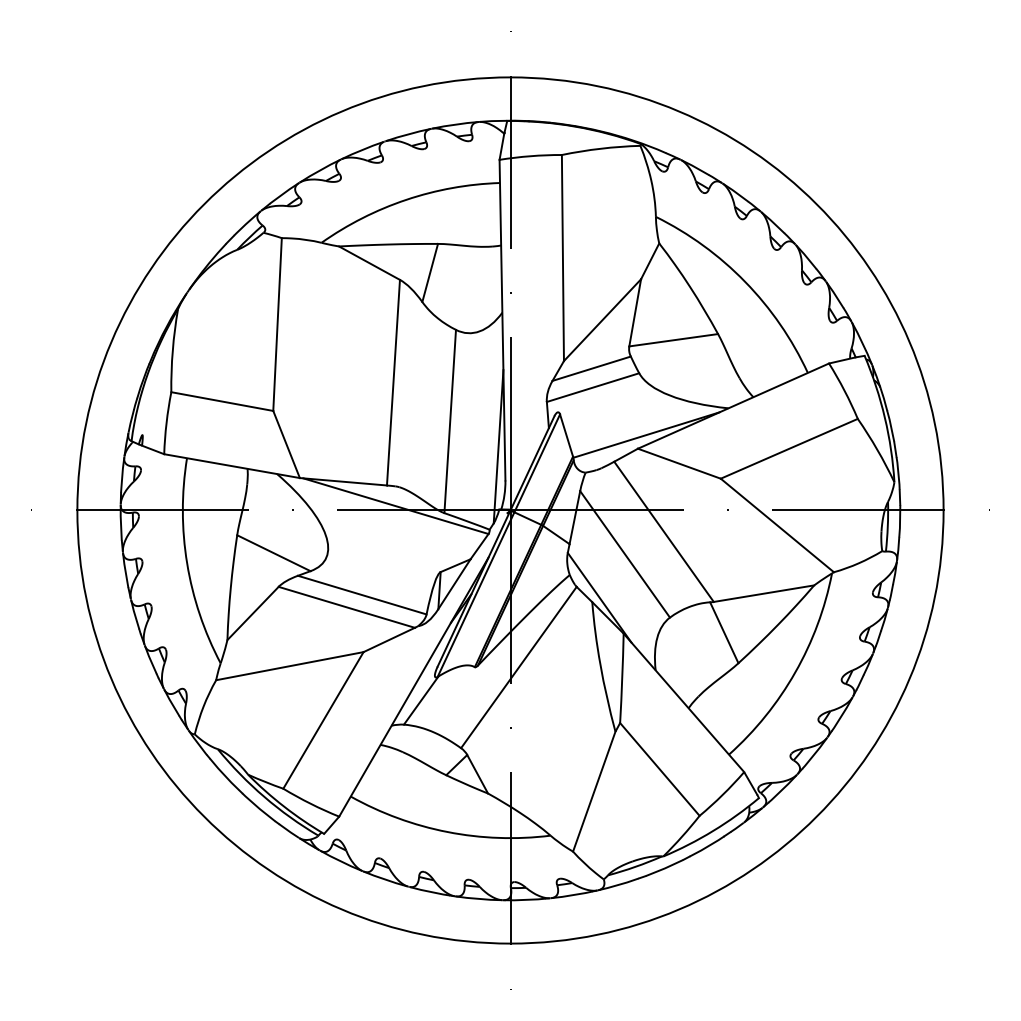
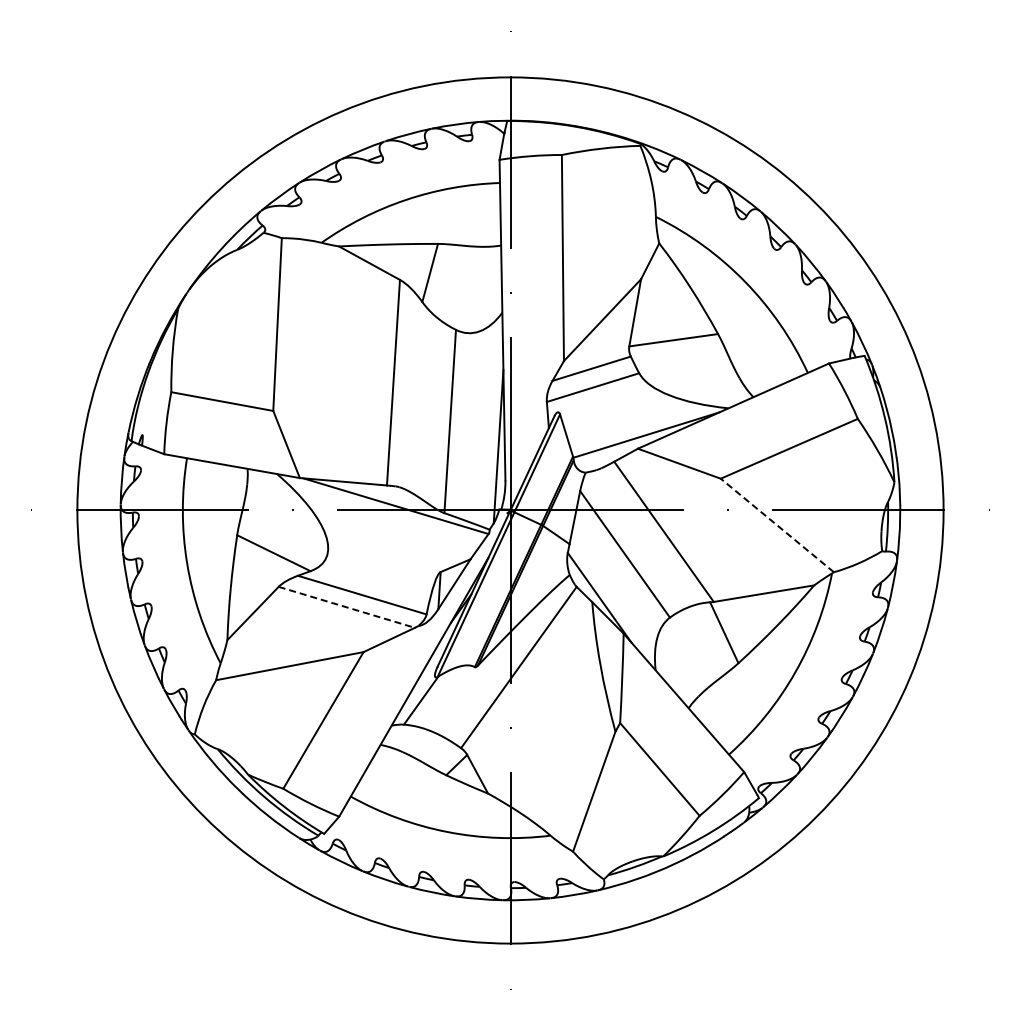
line at (776, 525): solid -> dashed
line at (347, 607): solid -> dashed
